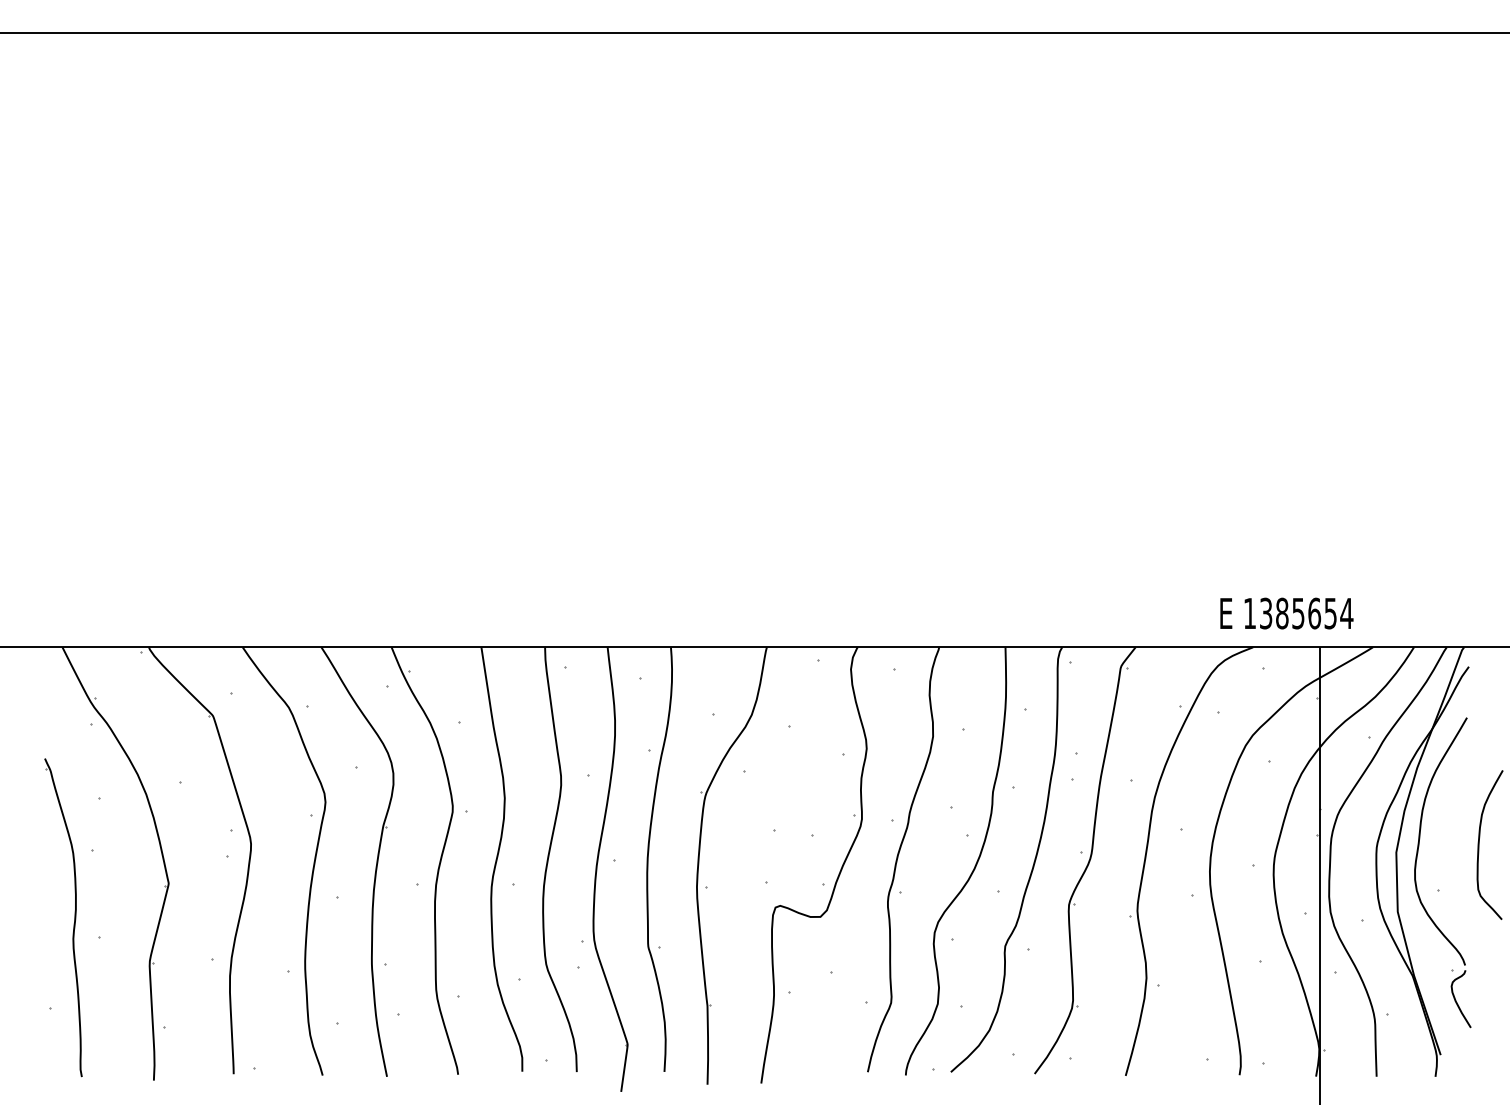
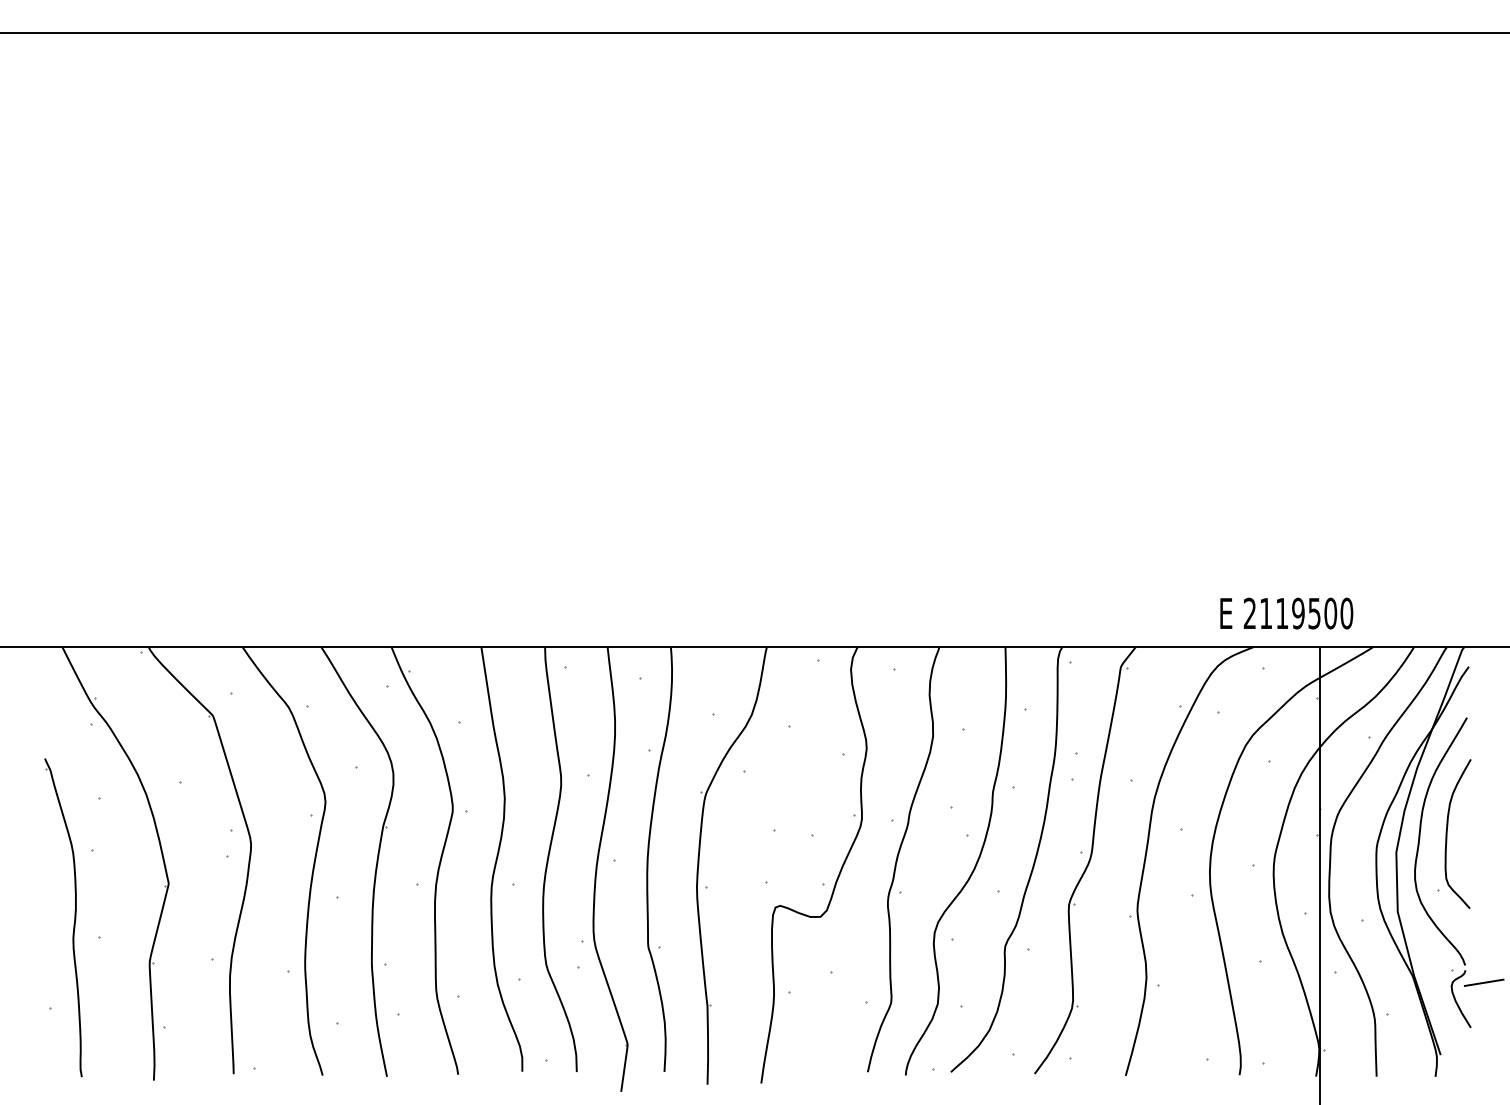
text at (1298, 613): 1385654 -> 2119500
curve at (1479, 844) position: (1479, 844) -> (1447, 833)
line at (1483, 982): none -> present
